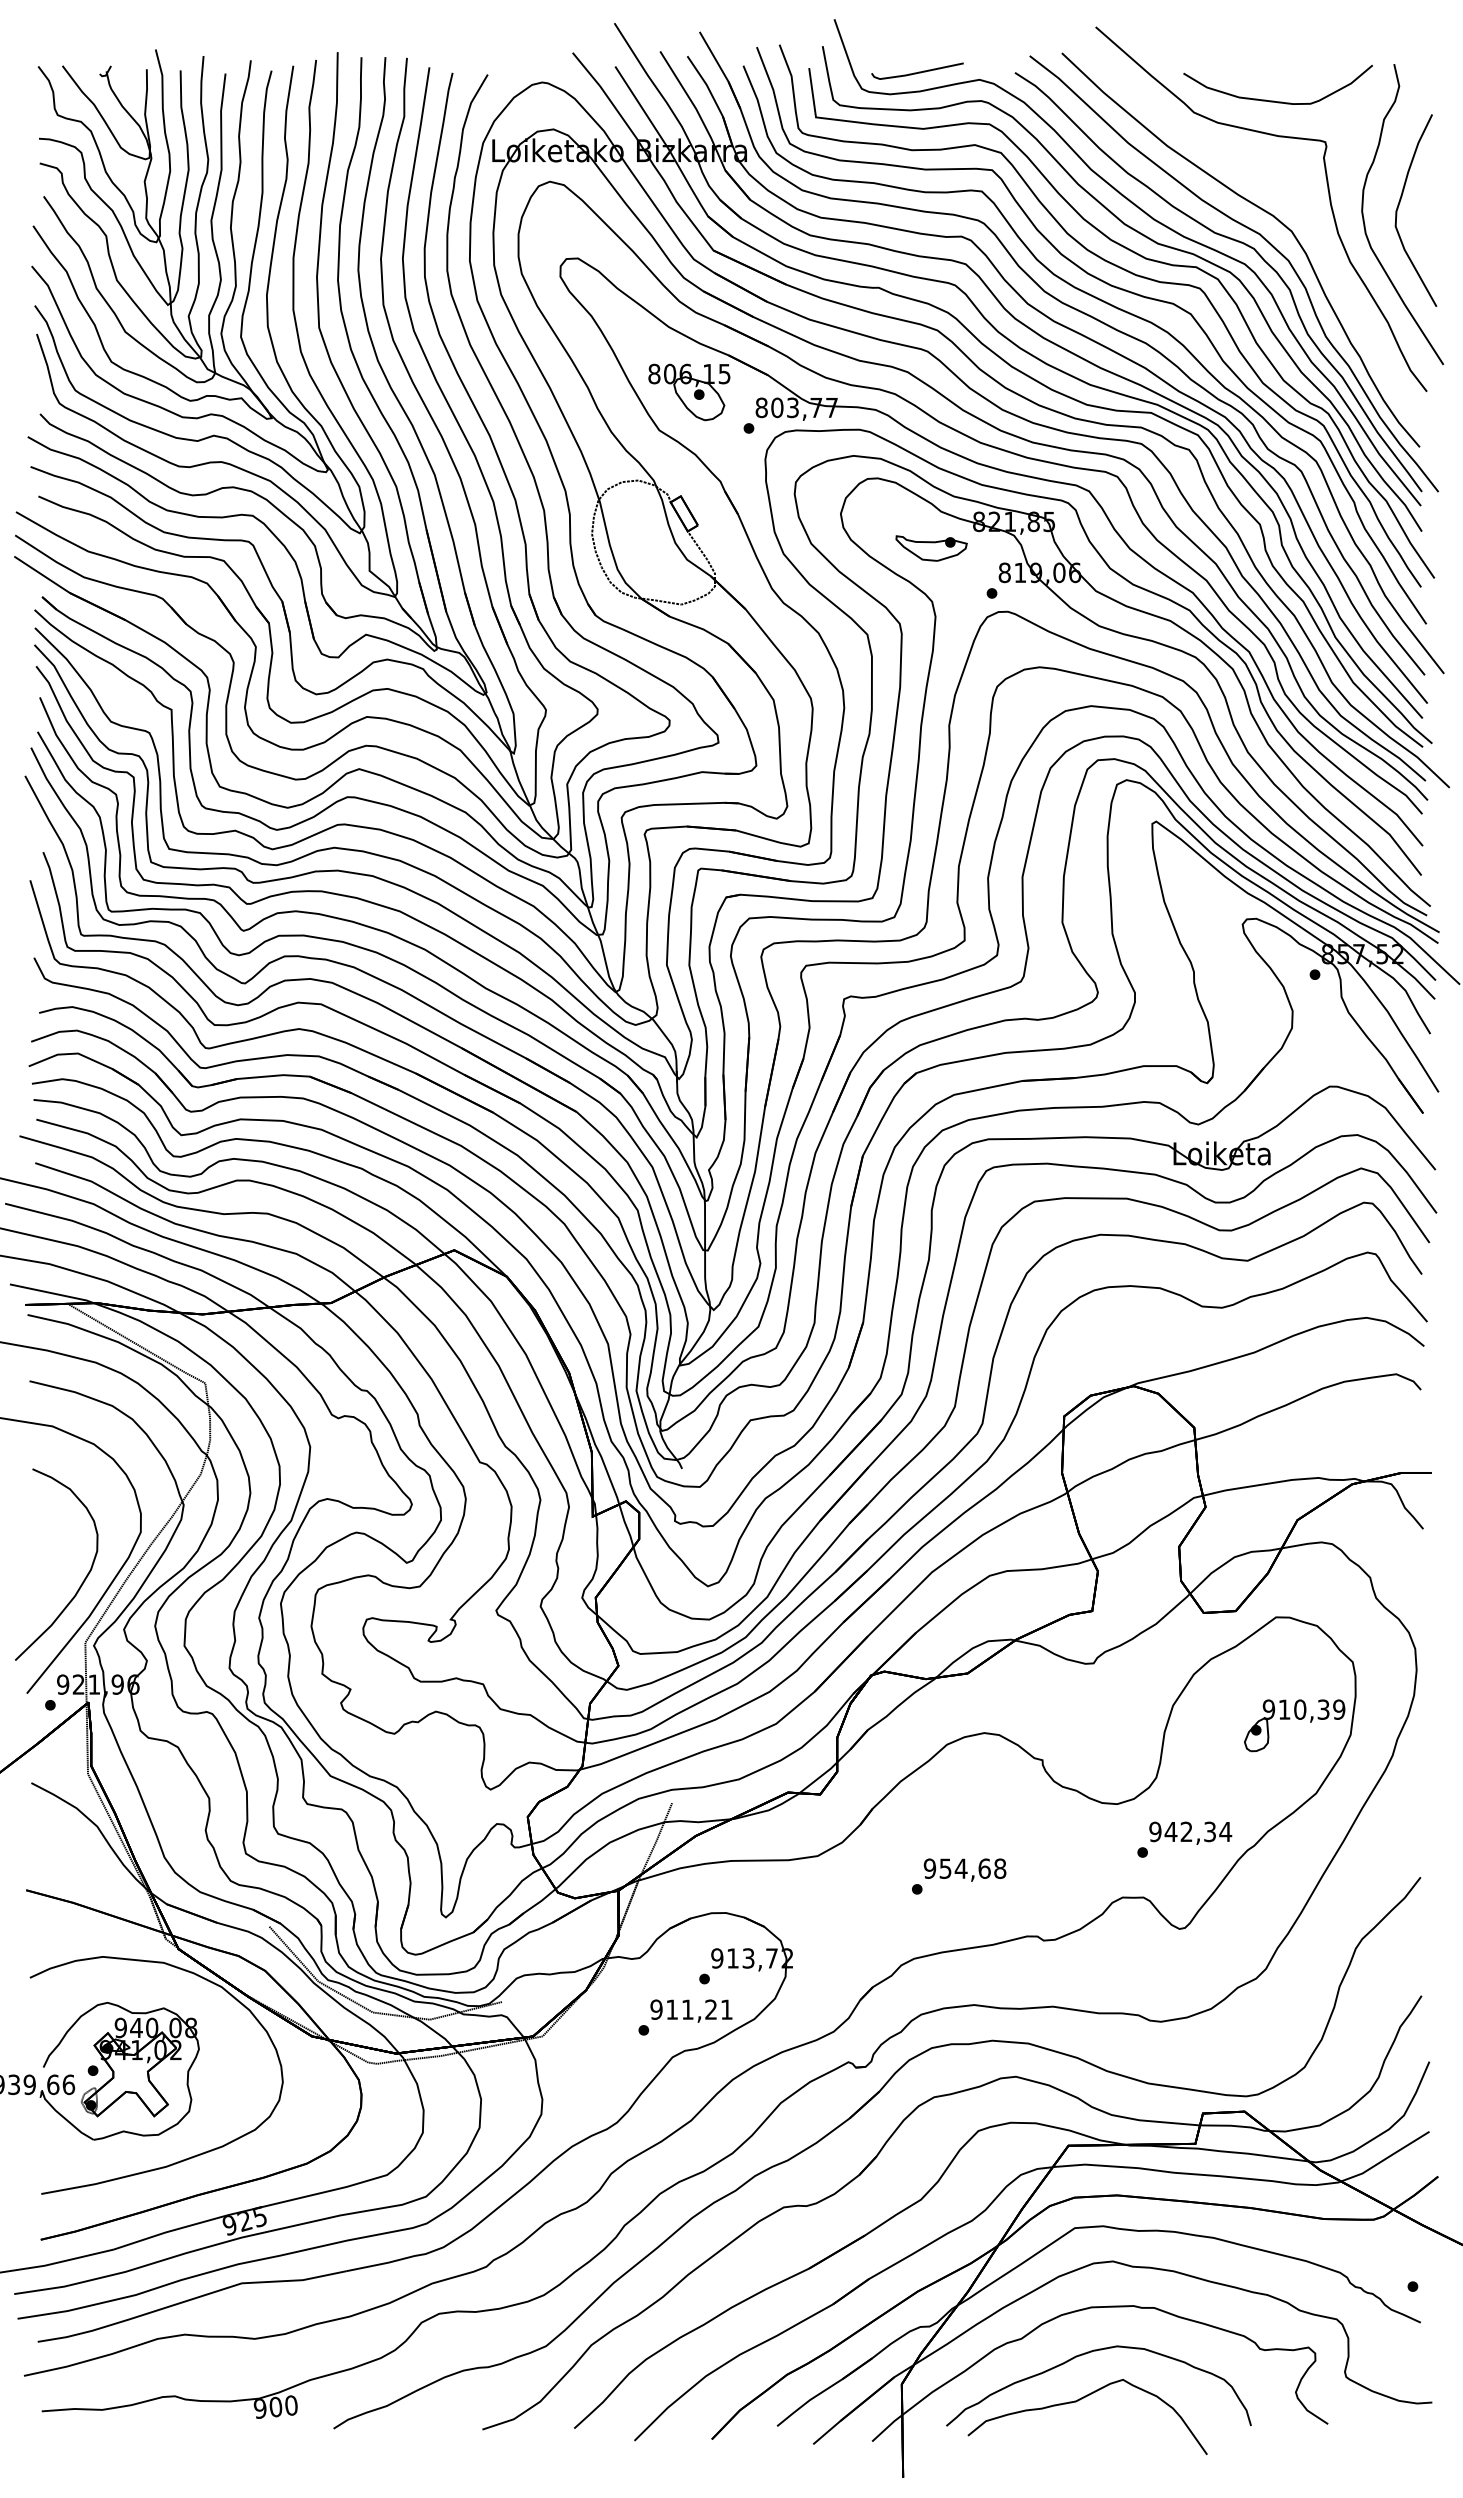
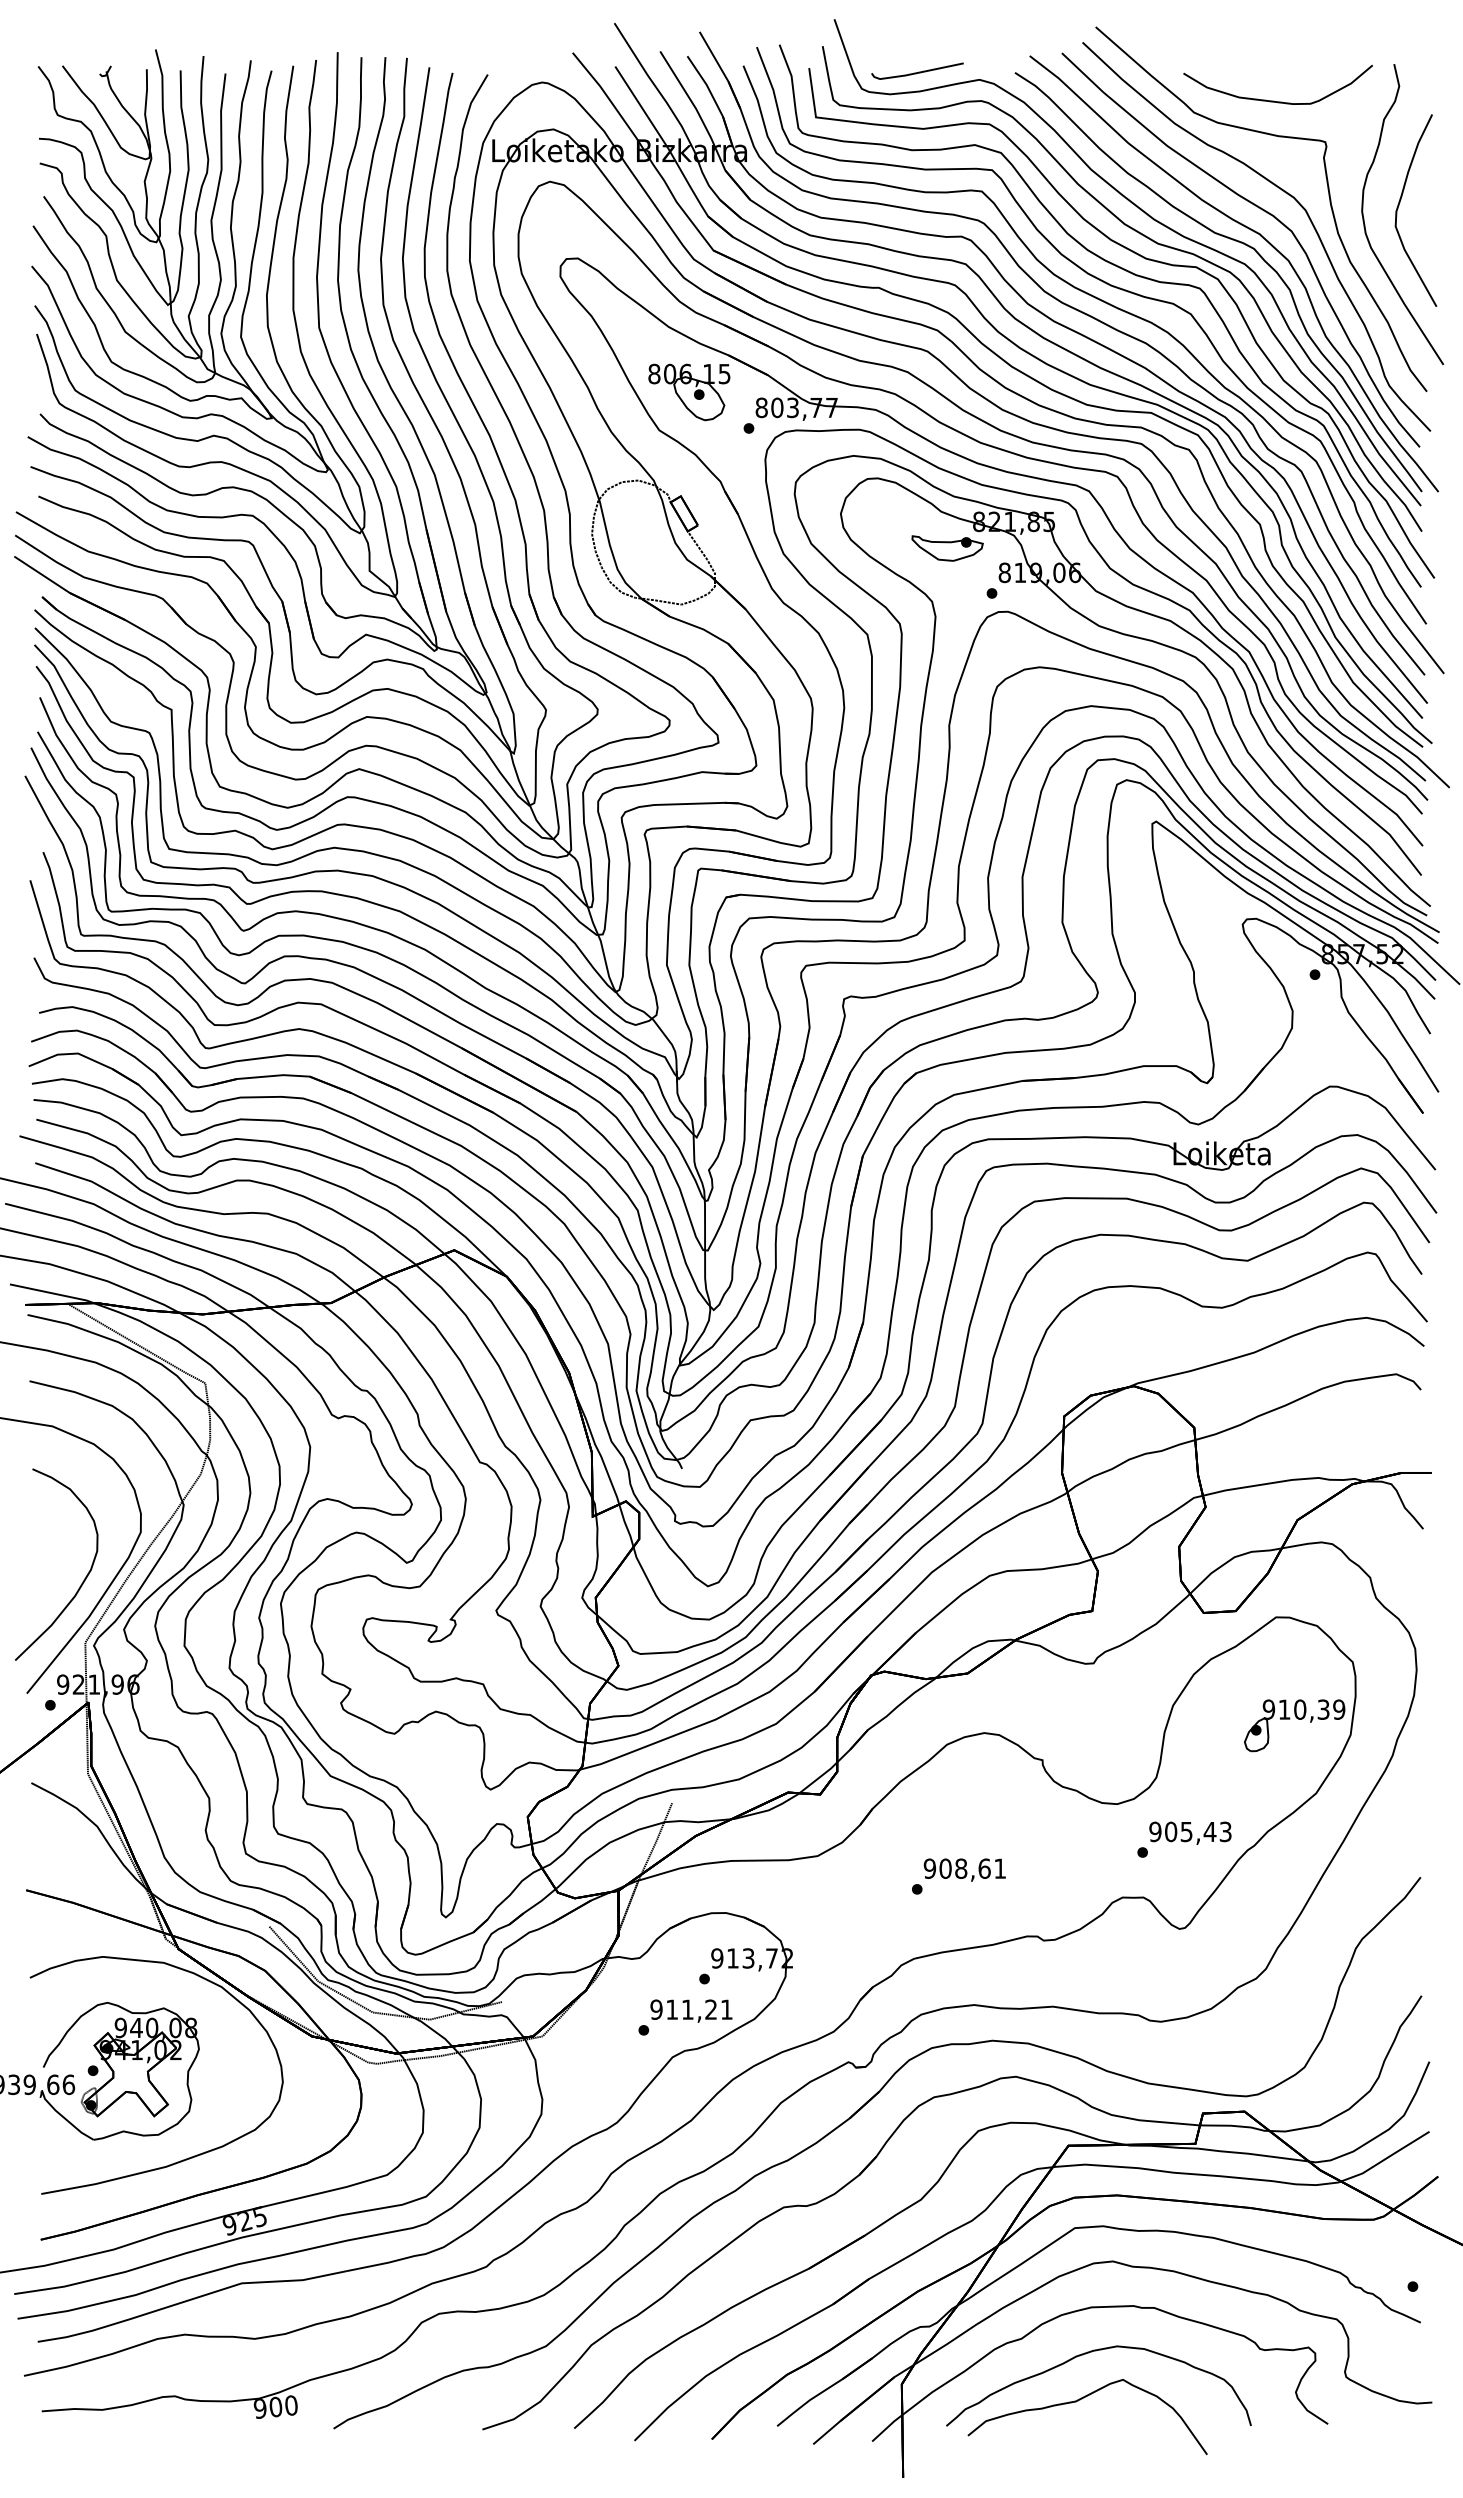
curve at (1285, 193): none -> present
part at (931, 548) position: (931, 548) -> (947, 548)
text at (1198, 1831): 942,34 -> 905,43
text at (972, 1868): 954,68 -> 908,61
